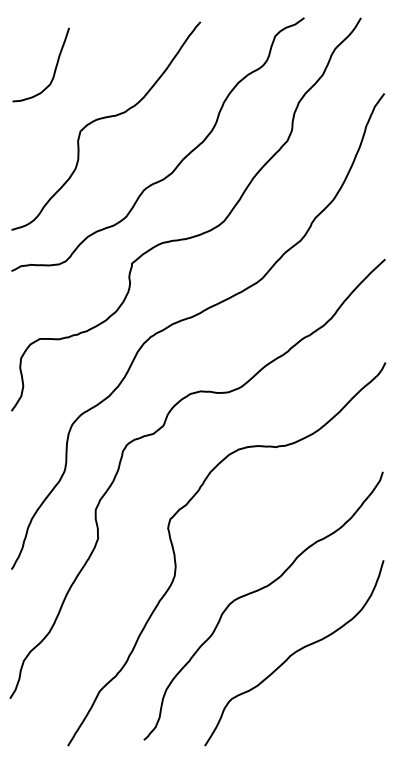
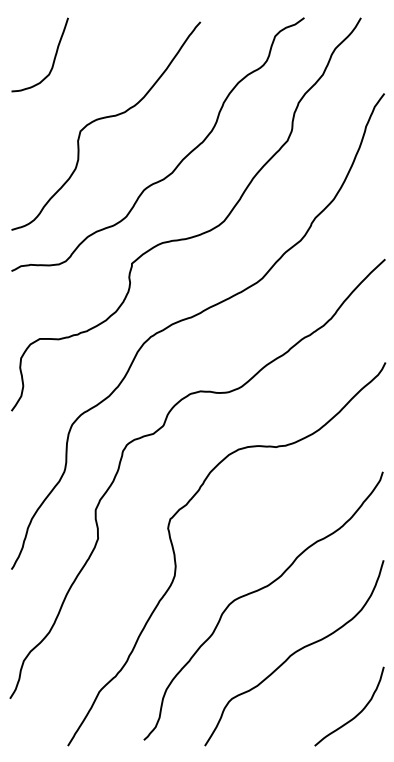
curve at (54, 69) position: (54, 69) -> (53, 59)
curve at (357, 713): none -> present
